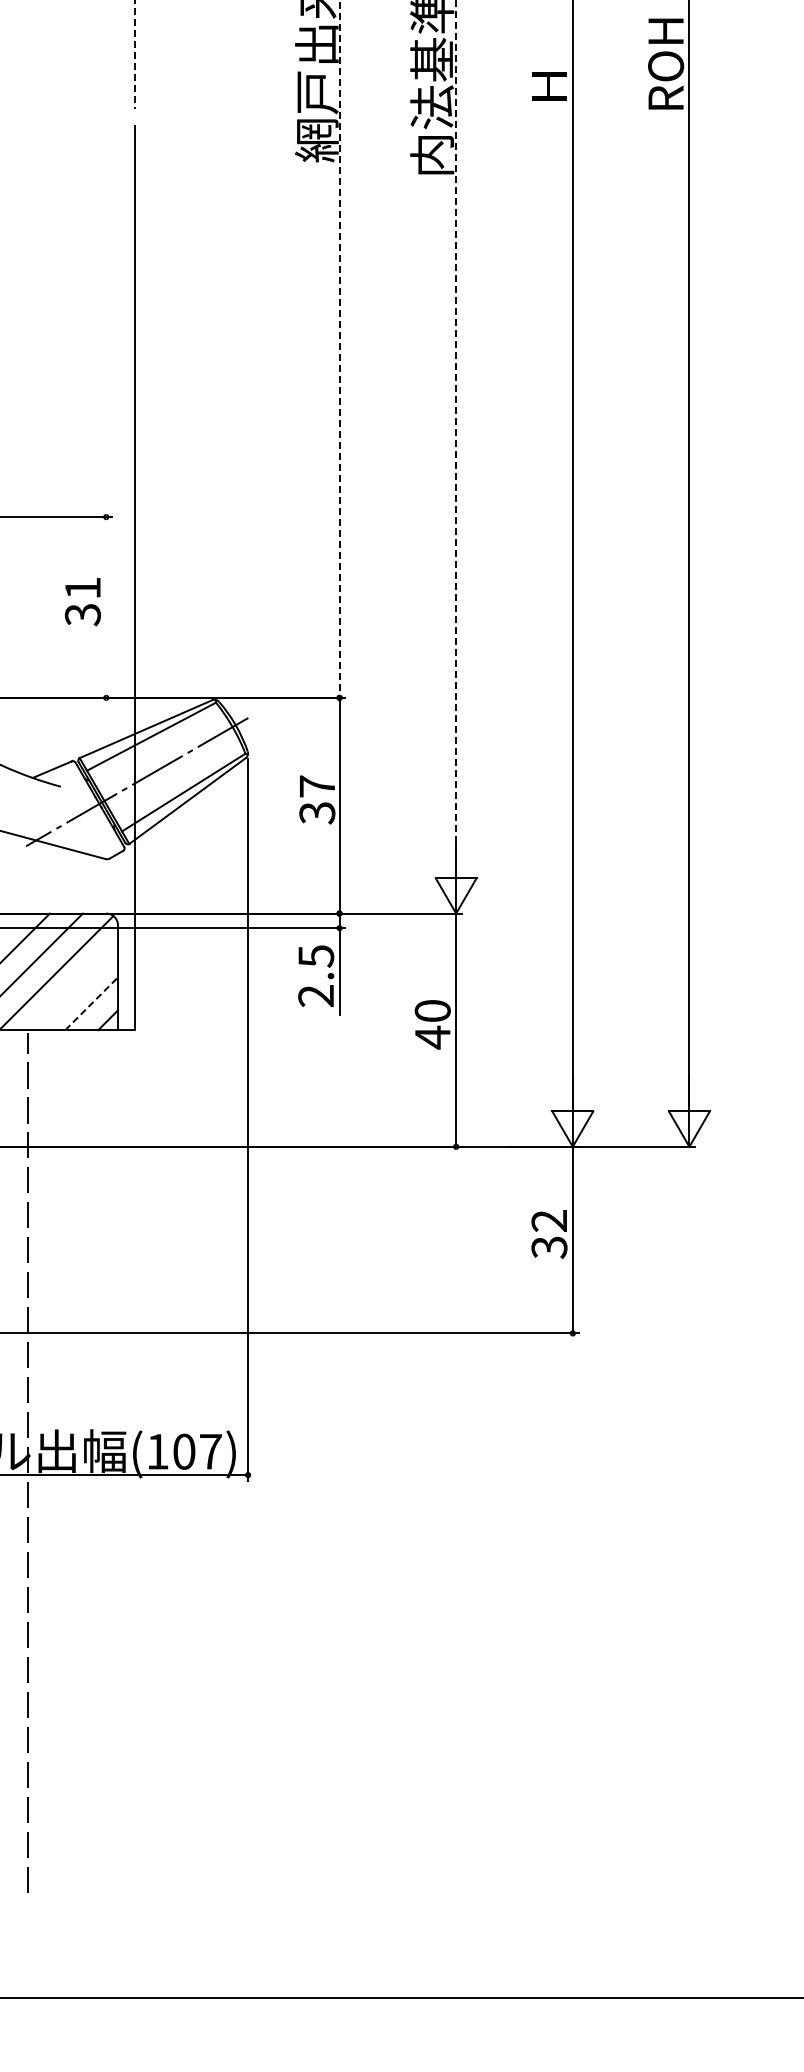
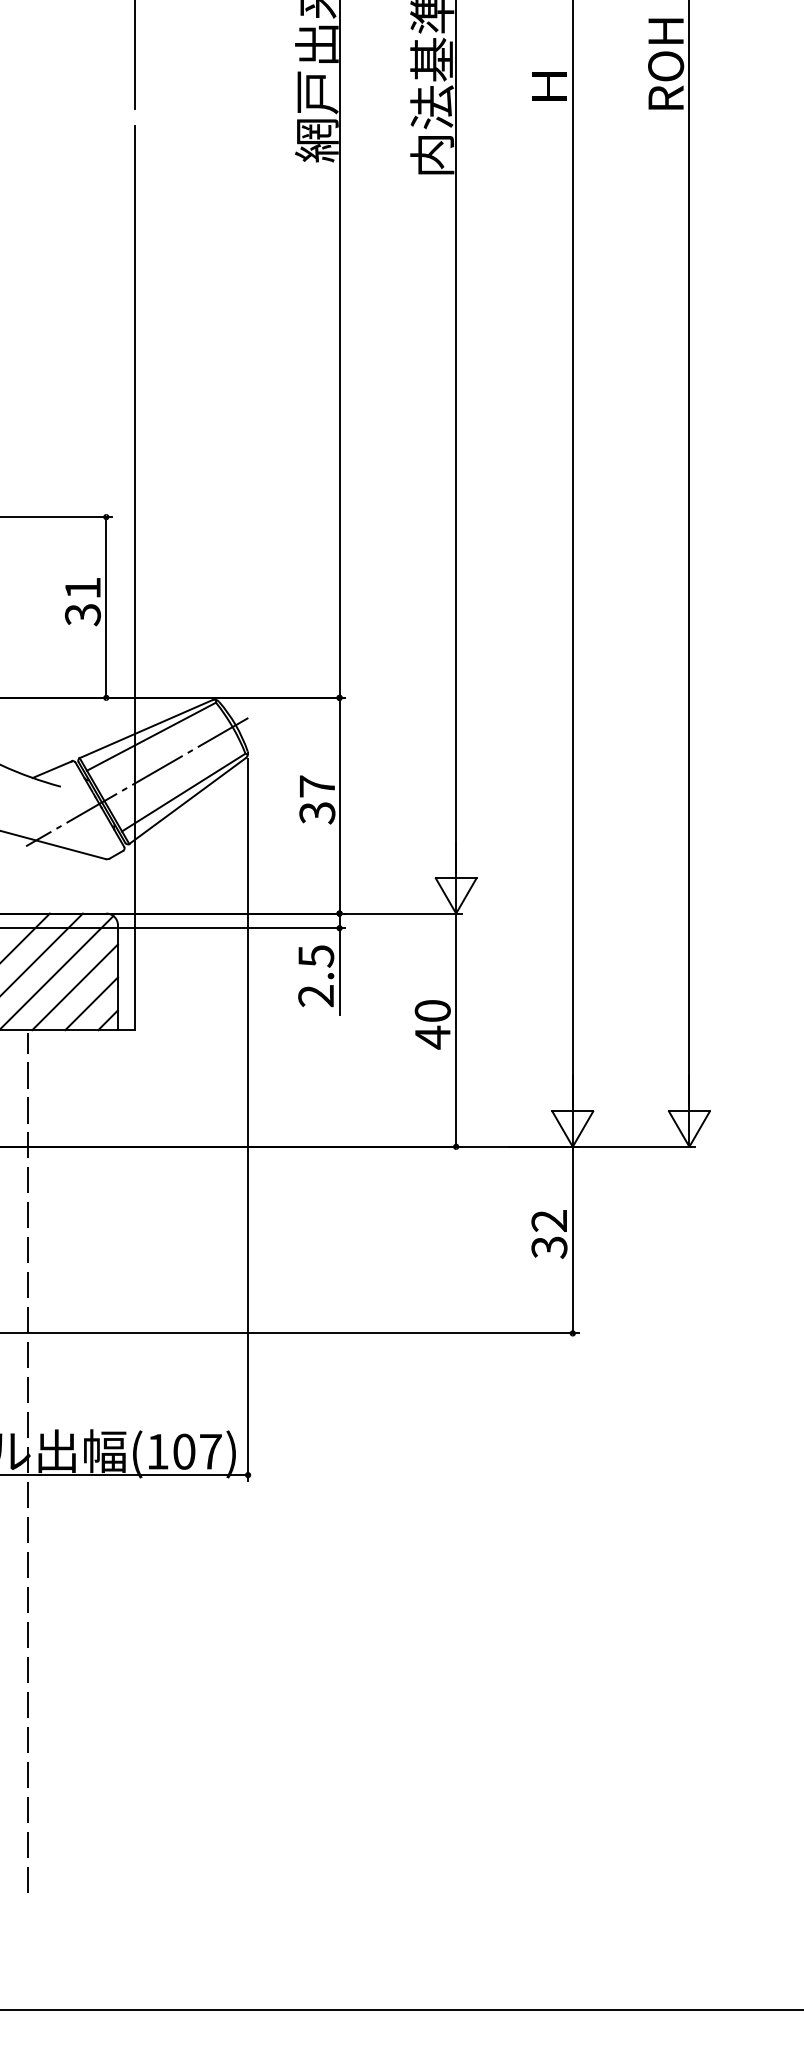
line at (135, 54): dashed -> solid
line at (339, 349): dashed -> solid
line at (456, 436): dashed -> solid
line at (106, 607): none -> present
line at (74, 987): none -> present
line at (91, 1003): dashed -> solid
line at (401, 1997) position: (401, 1997) -> (401, 2009)
